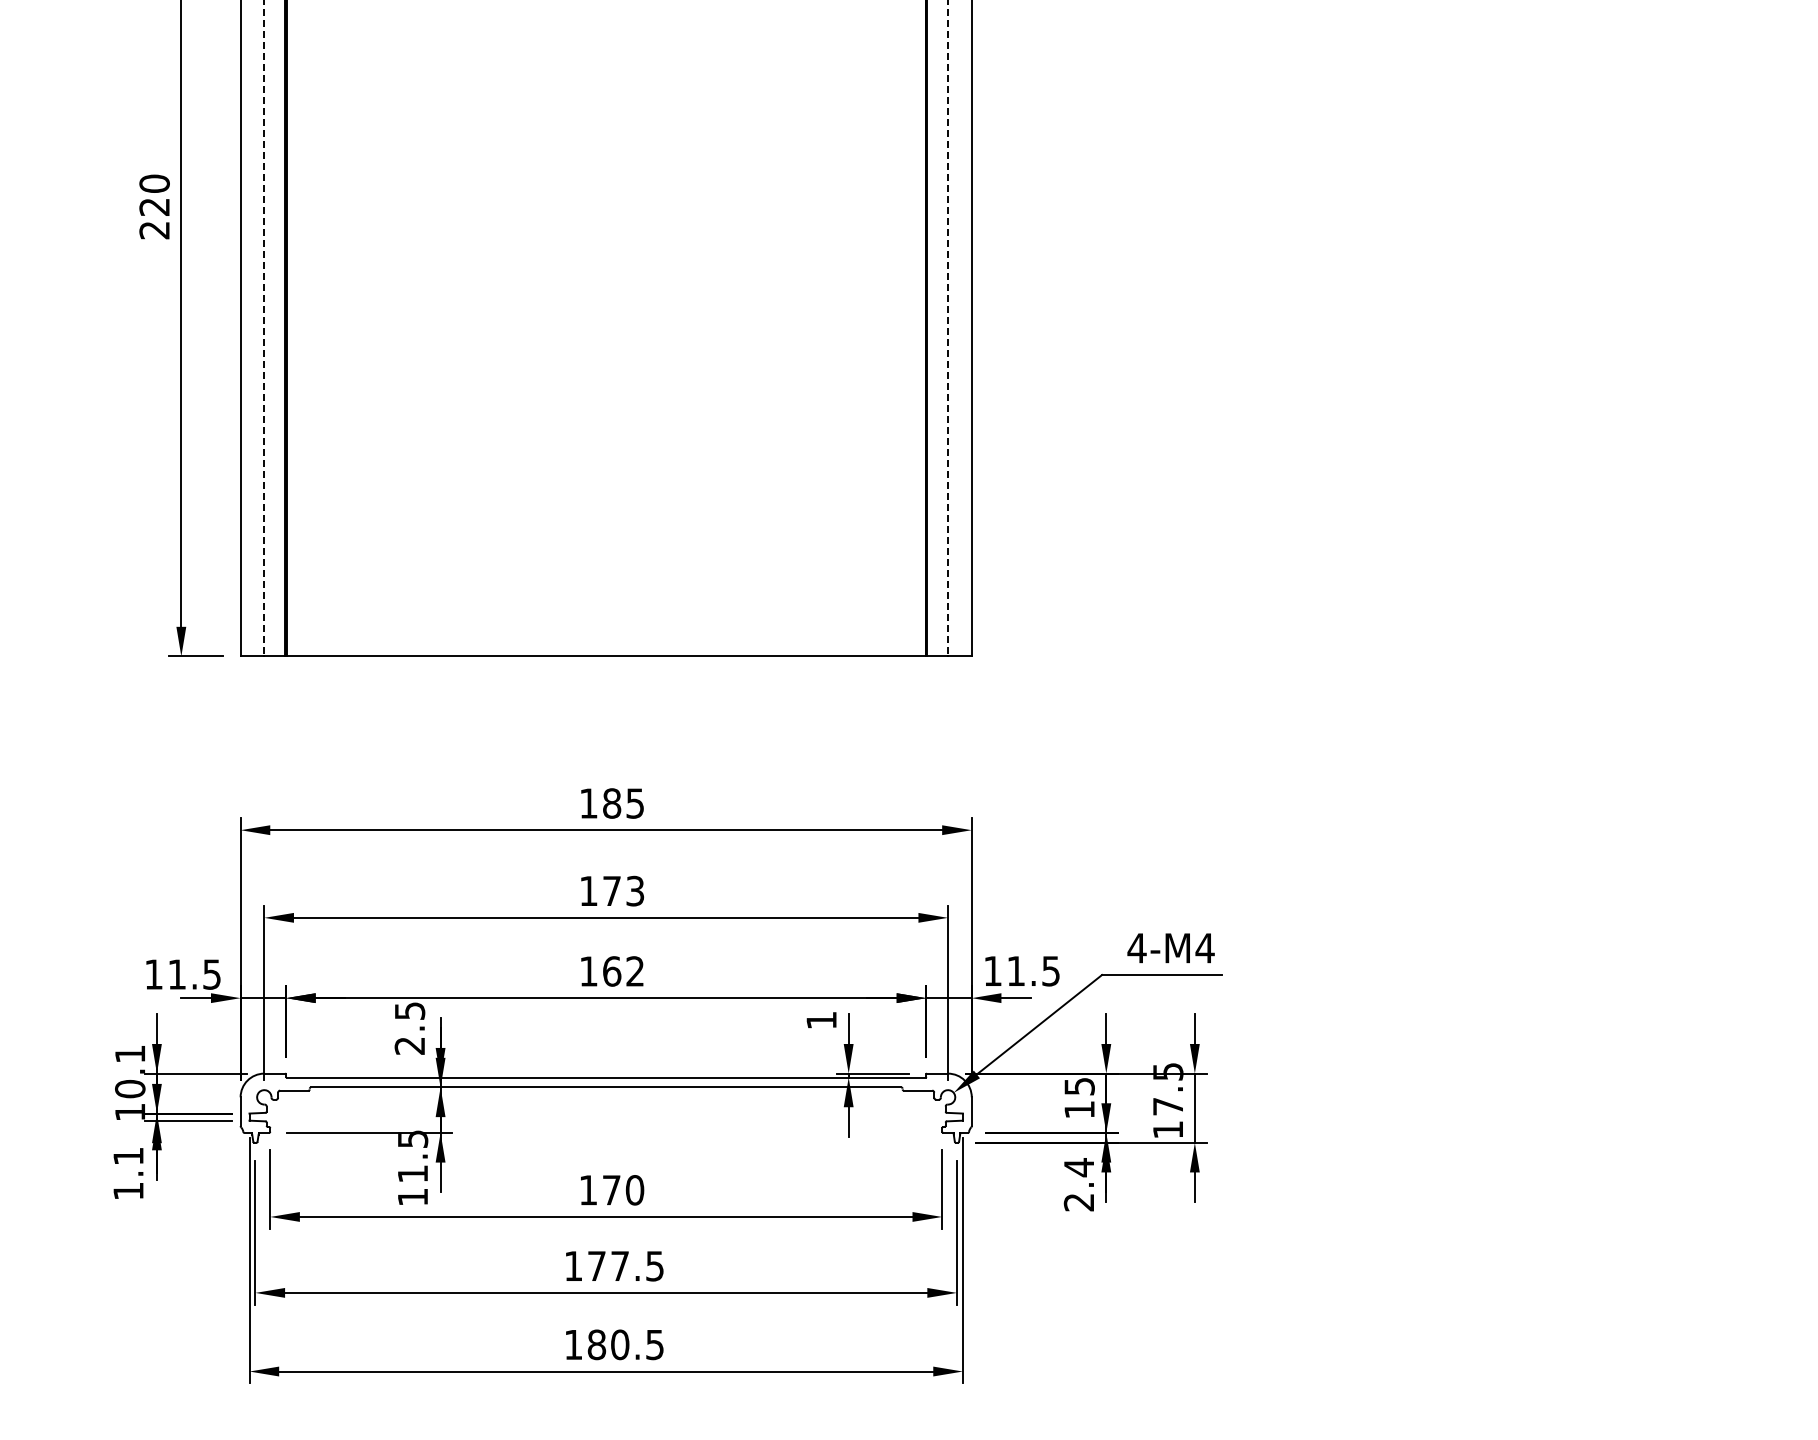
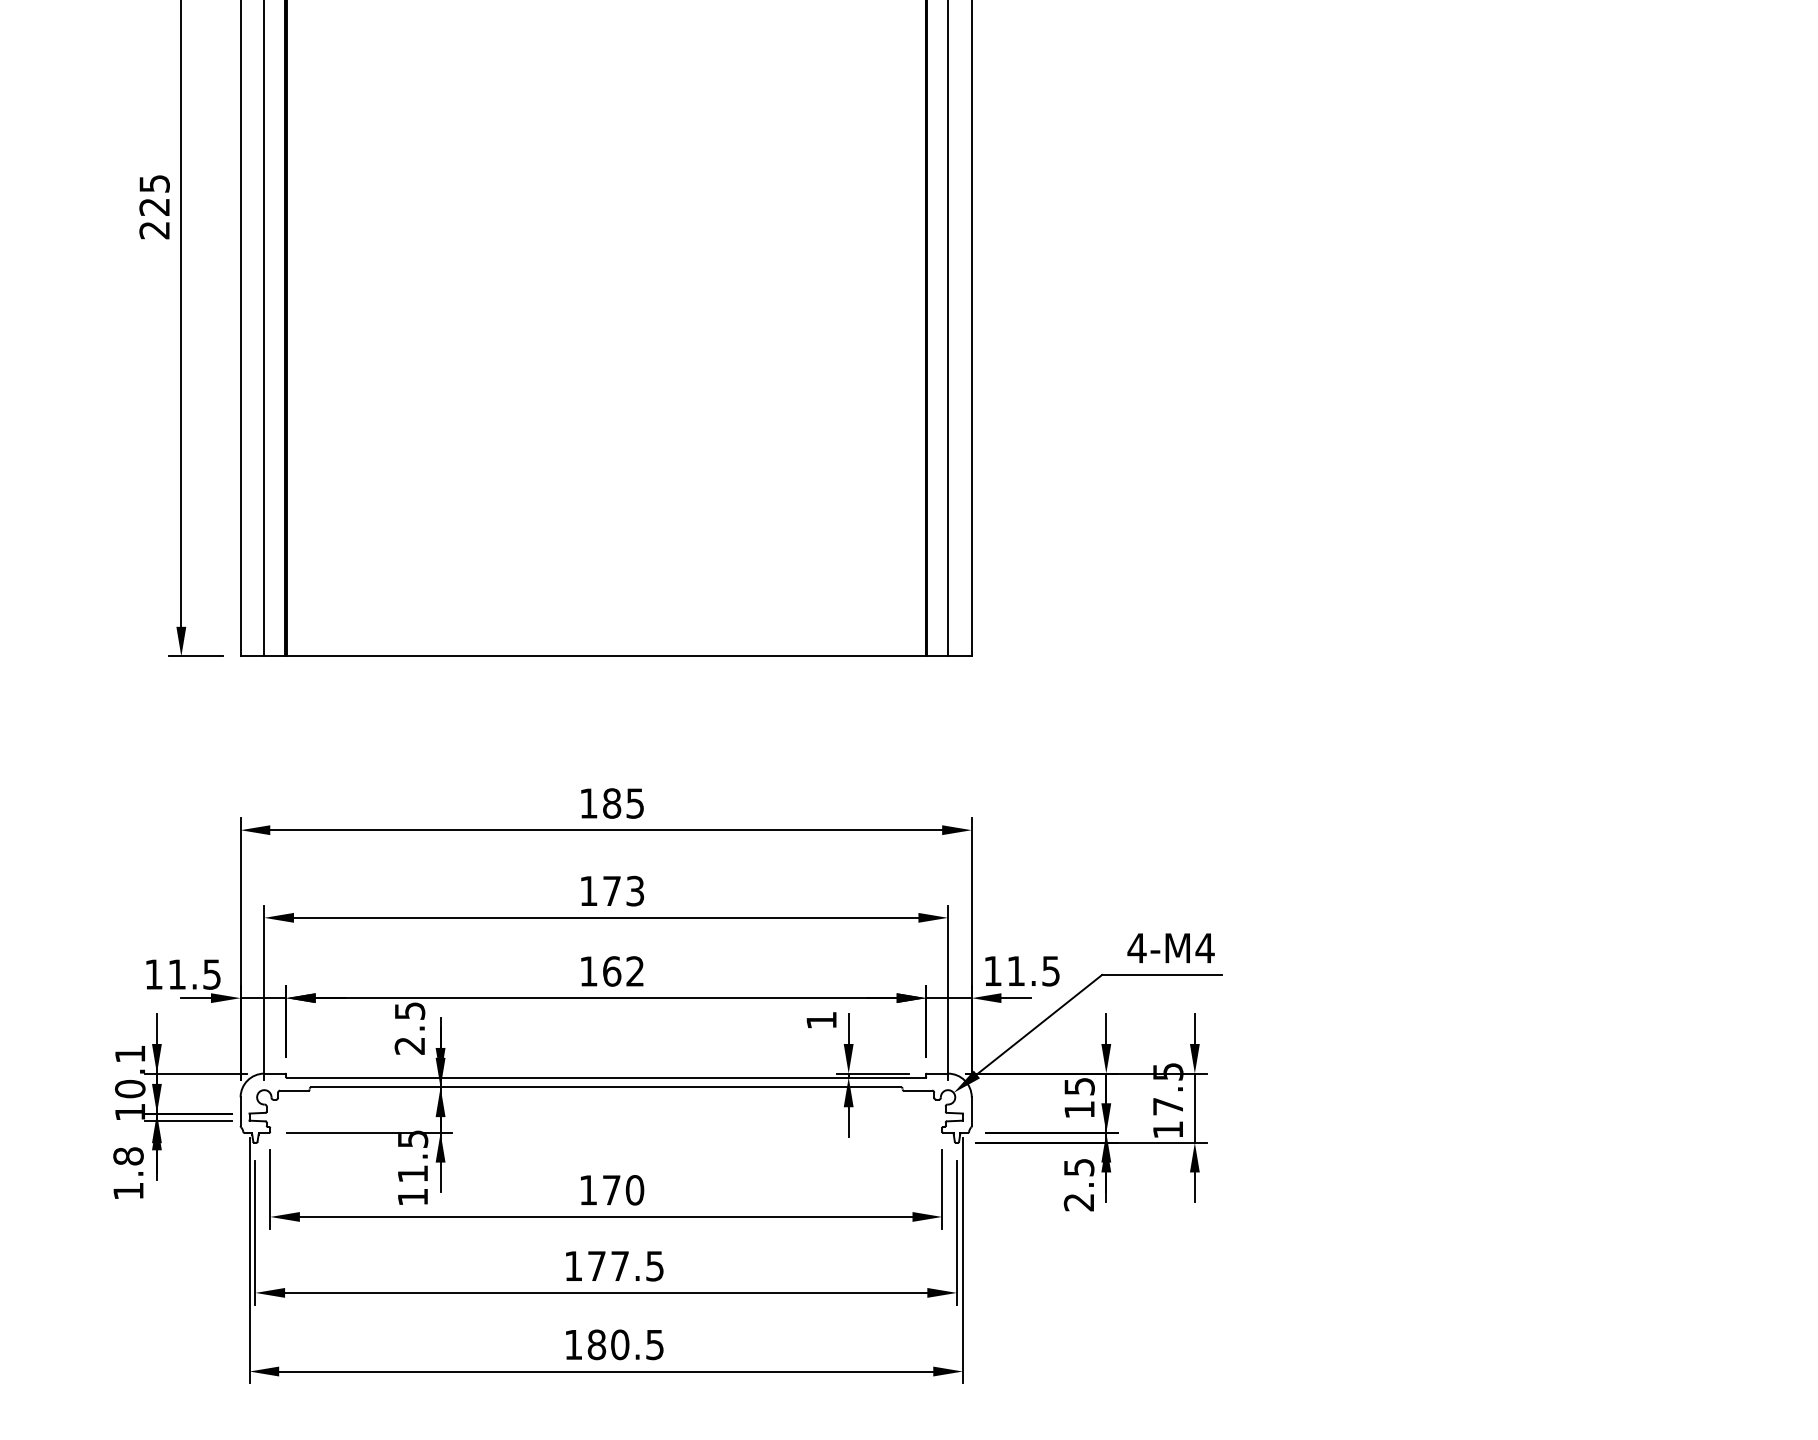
text at (154, 183): 220 -> 225
line at (264, 328): dashed -> solid
line at (948, 328): dashed -> solid
text at (128, 1156): 1.1 -> 1.8
text at (1079, 1167): 2.4 -> 2.5
